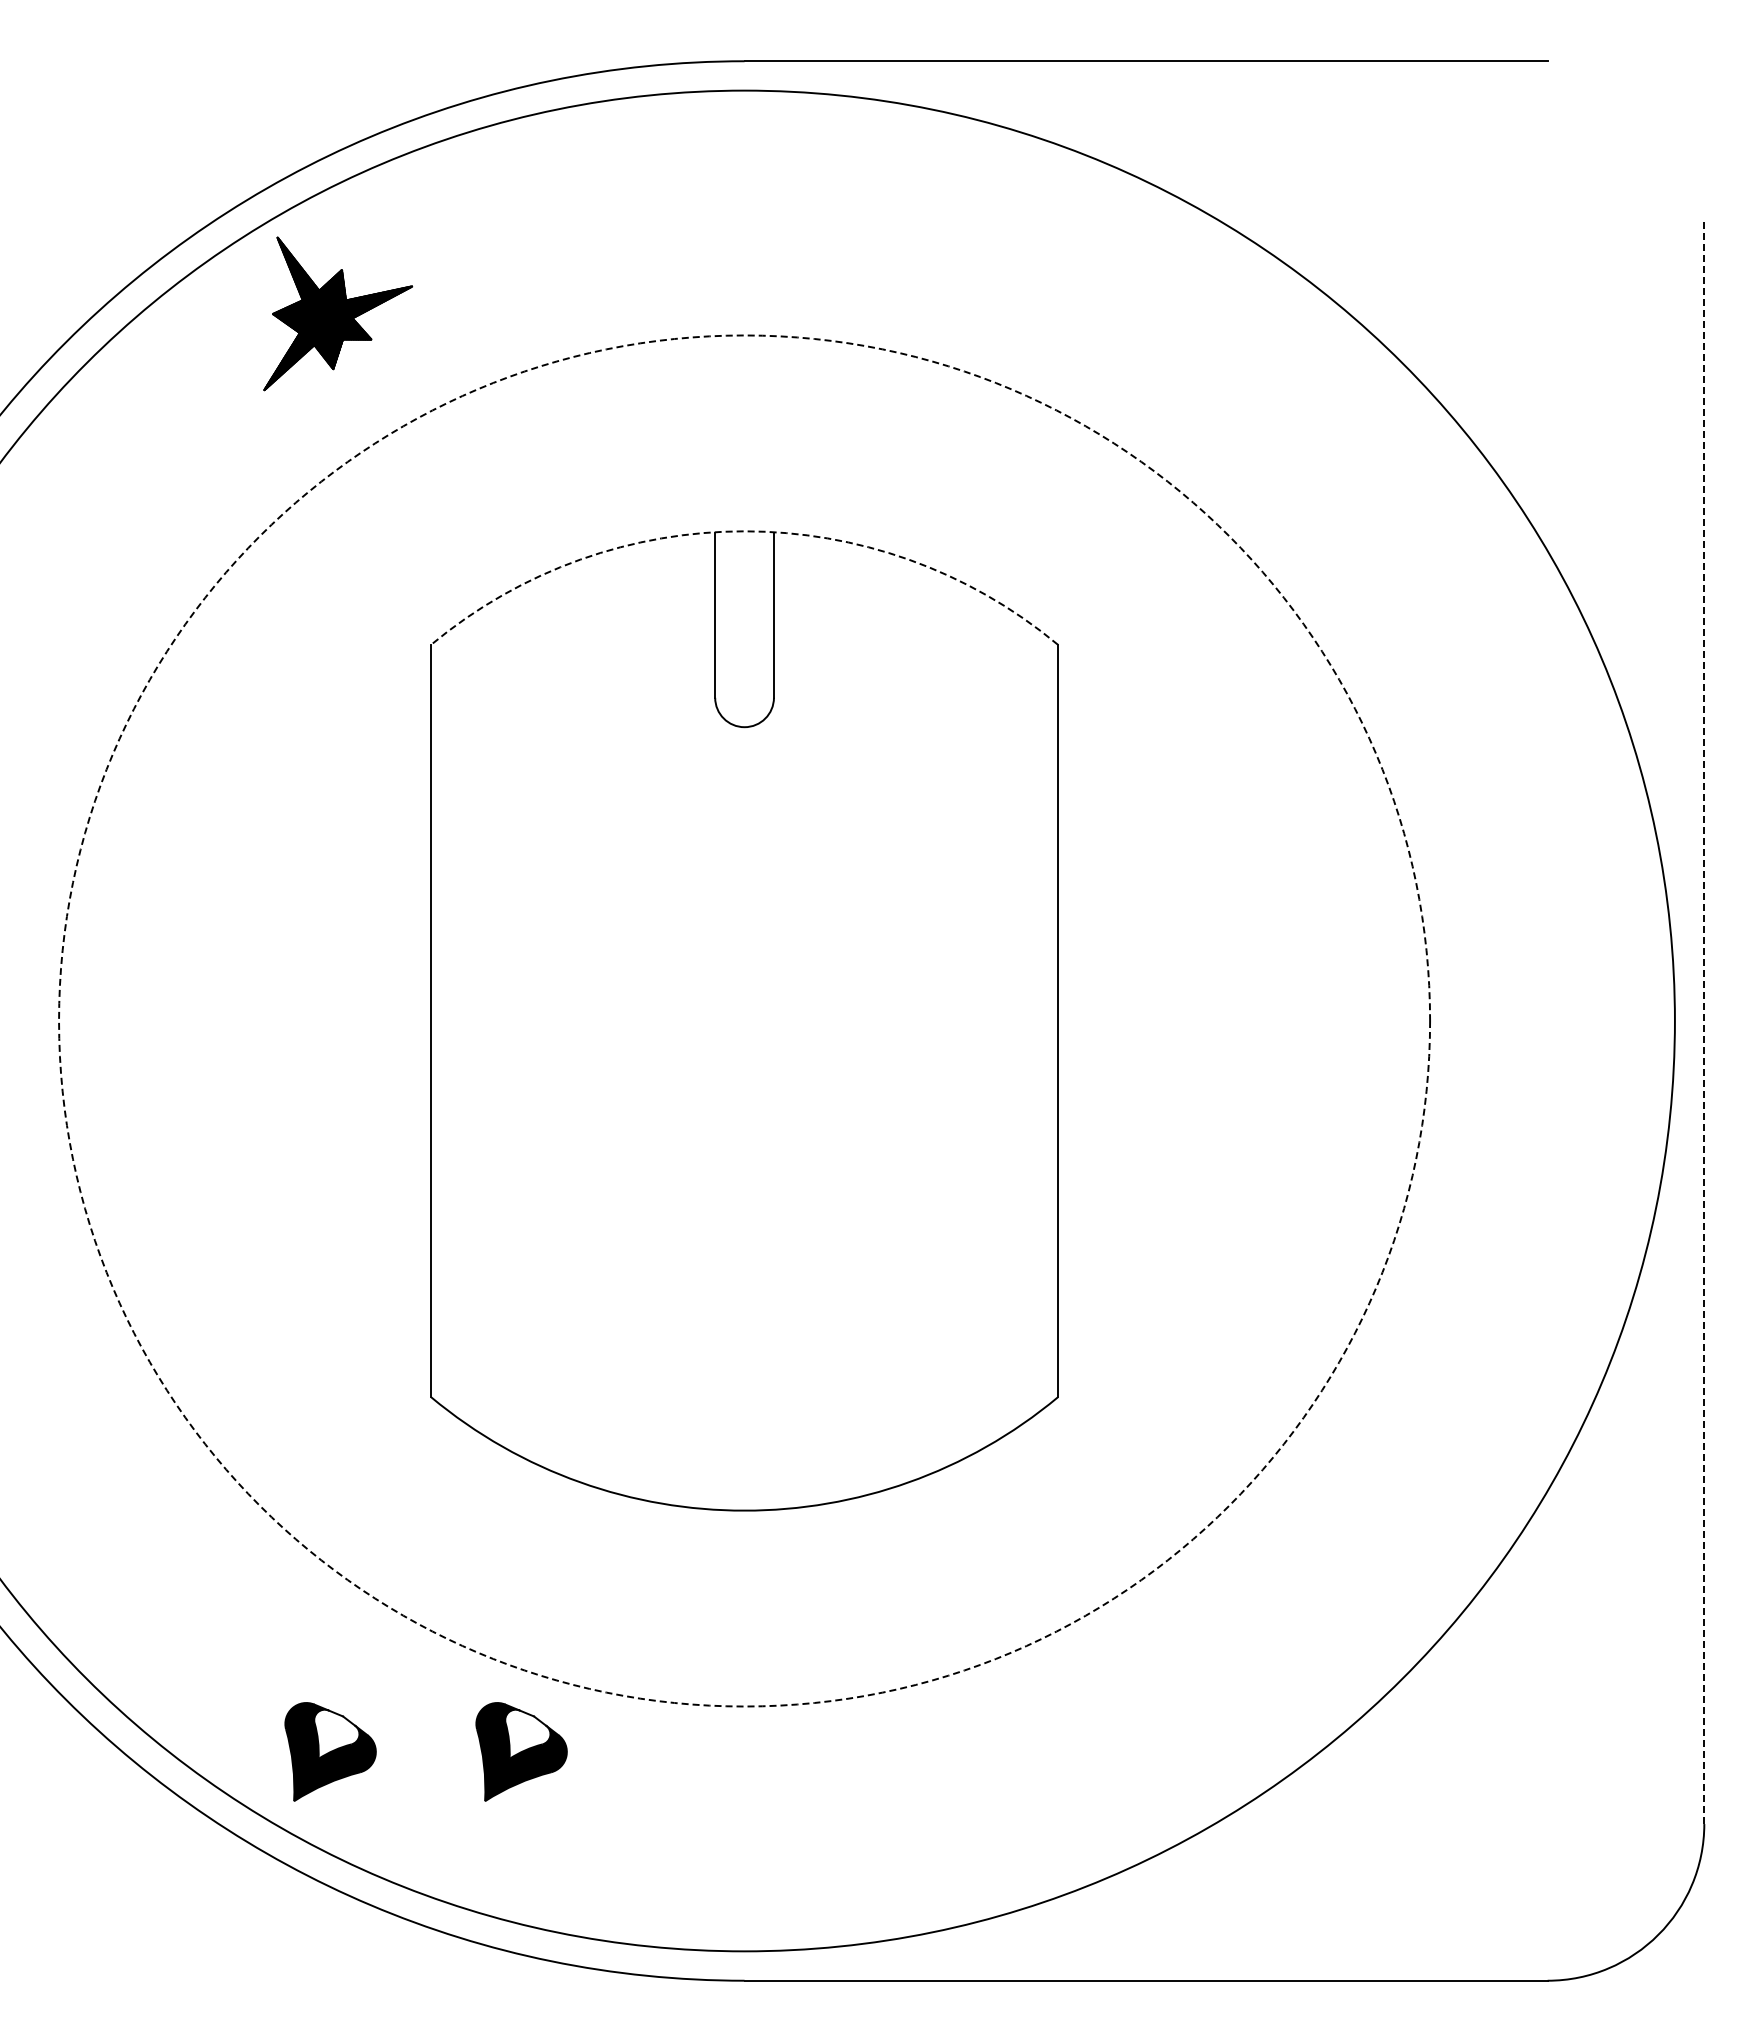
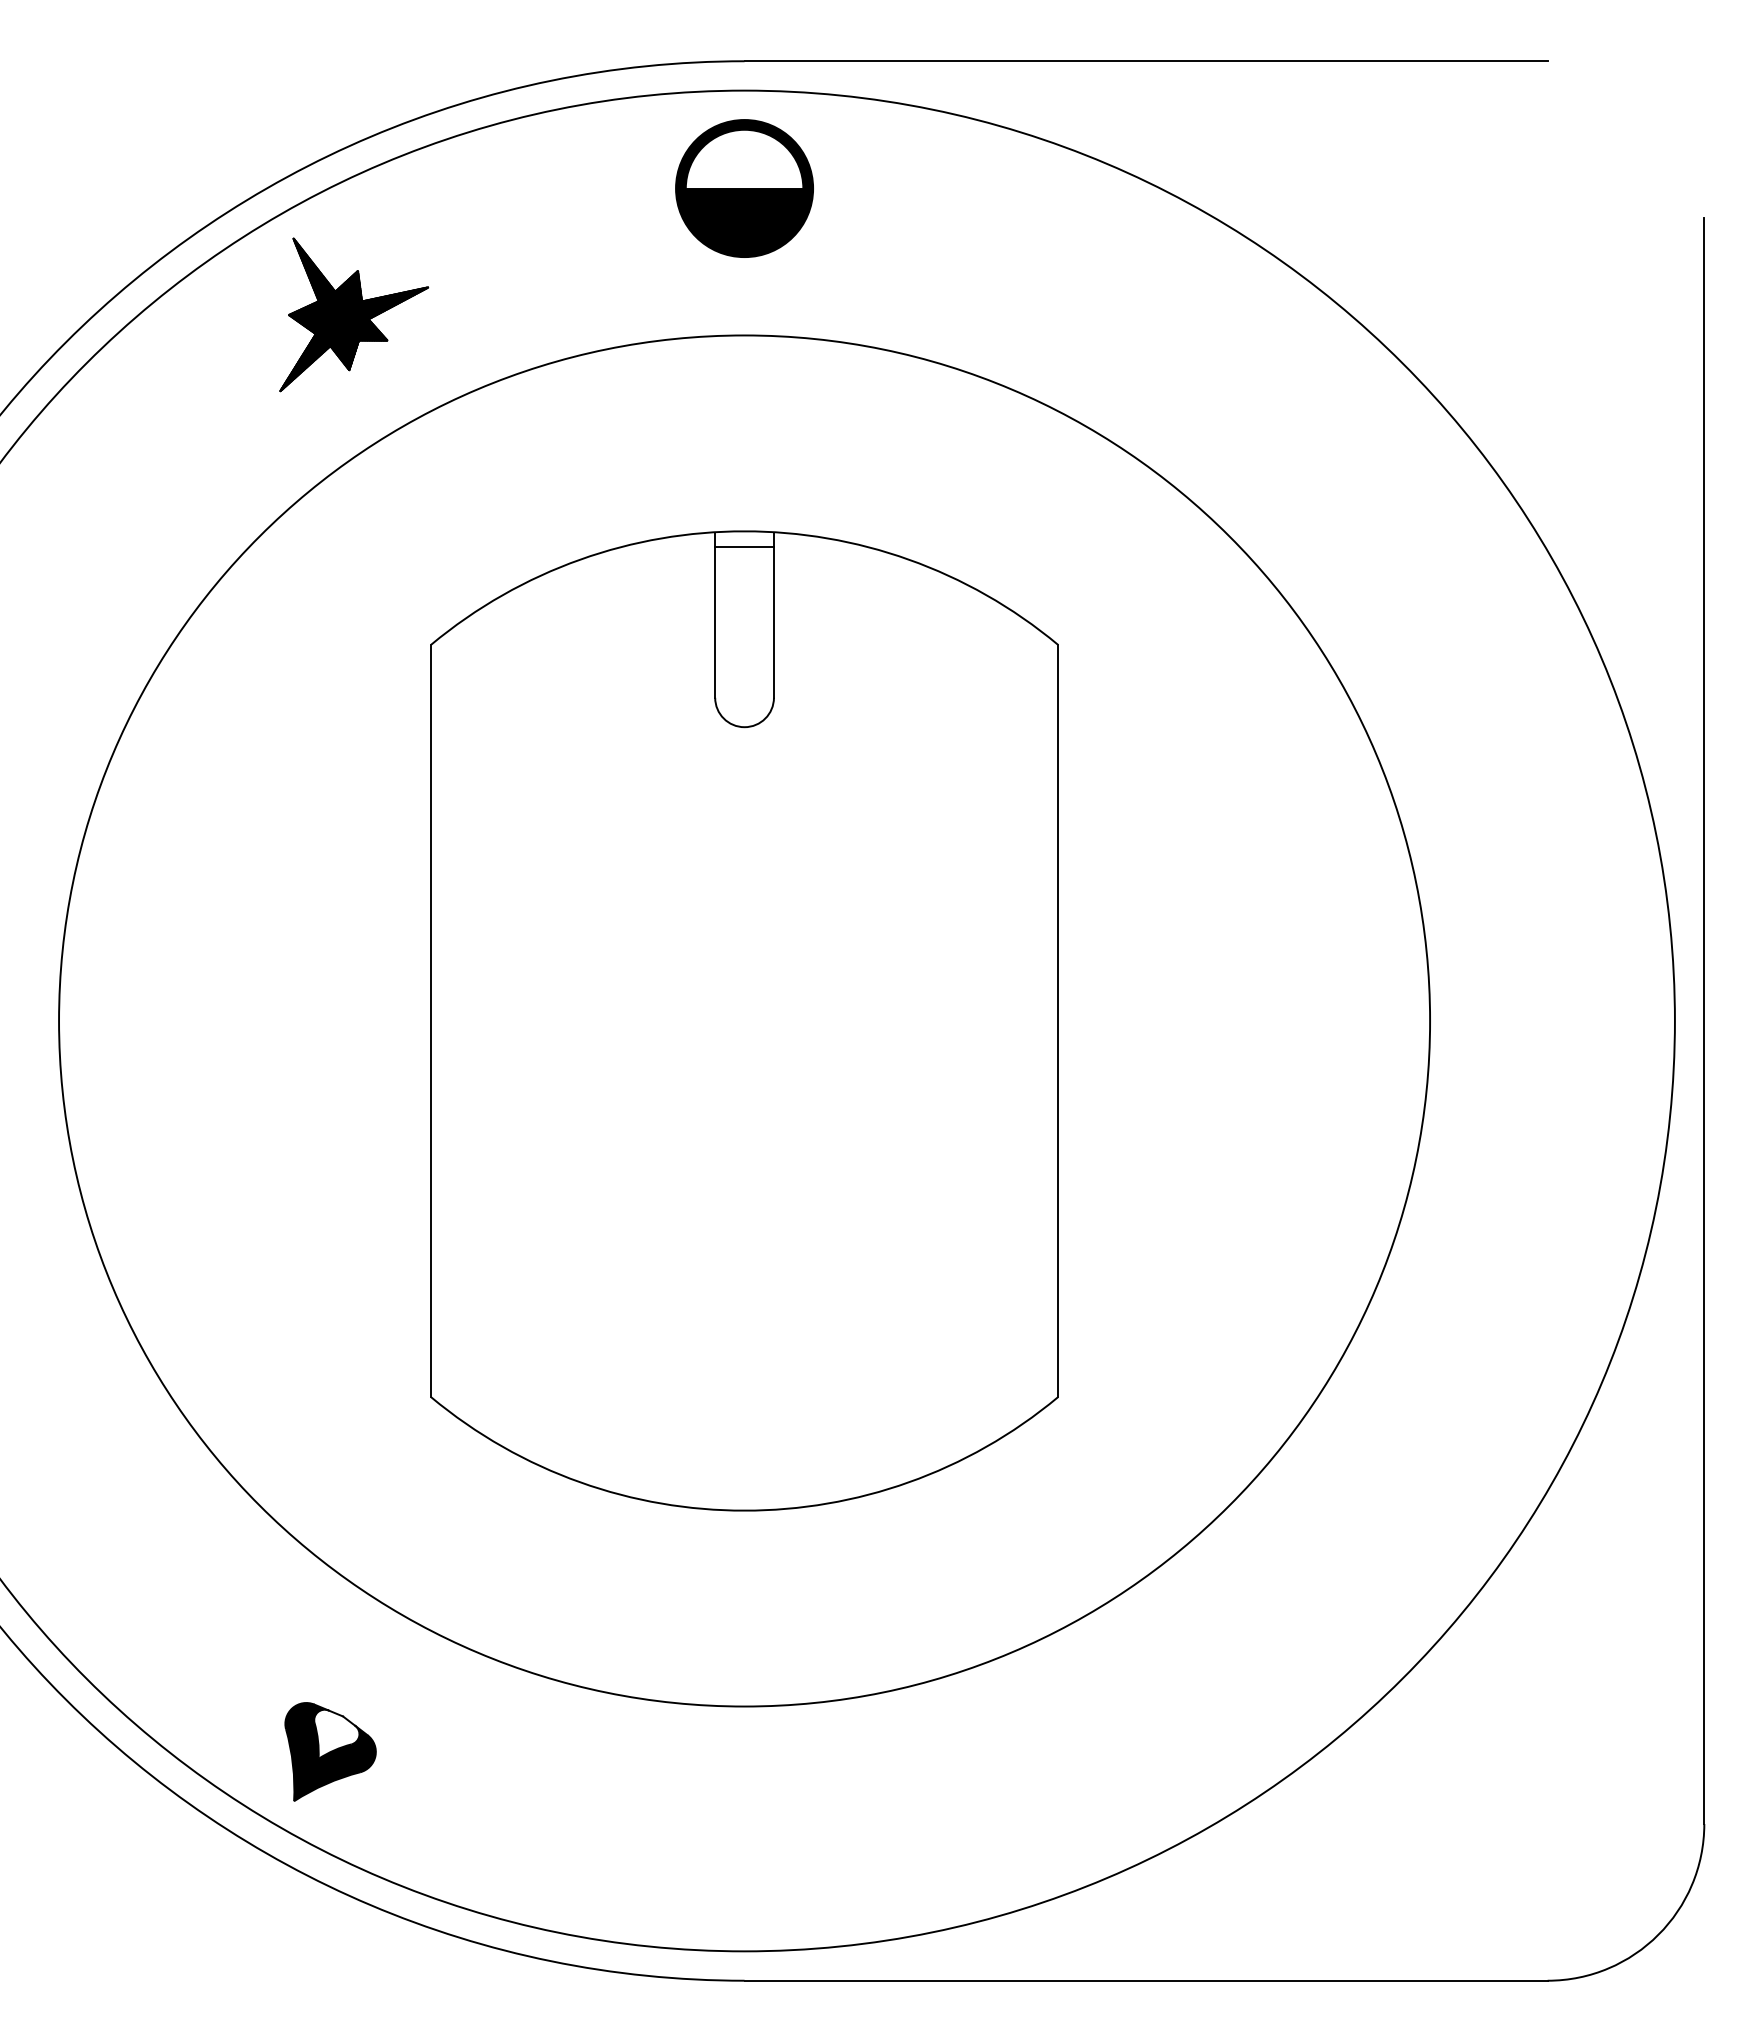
part at (744, 188): none -> present
part at (338, 313) position: (338, 313) -> (354, 314)
arc at (744, 531): dashed -> solid
line at (744, 547): none -> present
circle at (744, 1020): dashed -> solid
line at (1704, 1020): dashed -> solid
part at (521, 1751): present -> none
